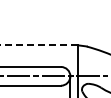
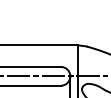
line at (39, 45): dashed -> solid
